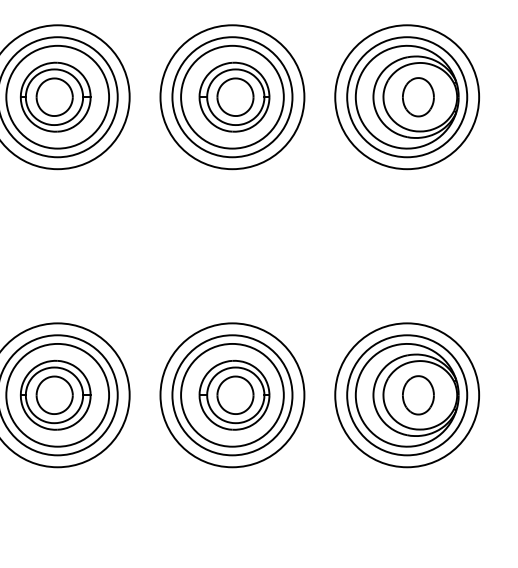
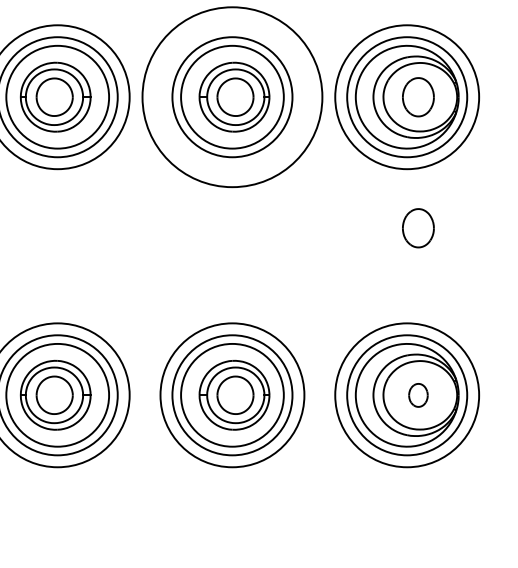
circle at (232, 97) diameter: 144 px -> 180 px
part at (418, 228): none -> present
part at (418, 395) size: 33x41 px -> 21x25 px
